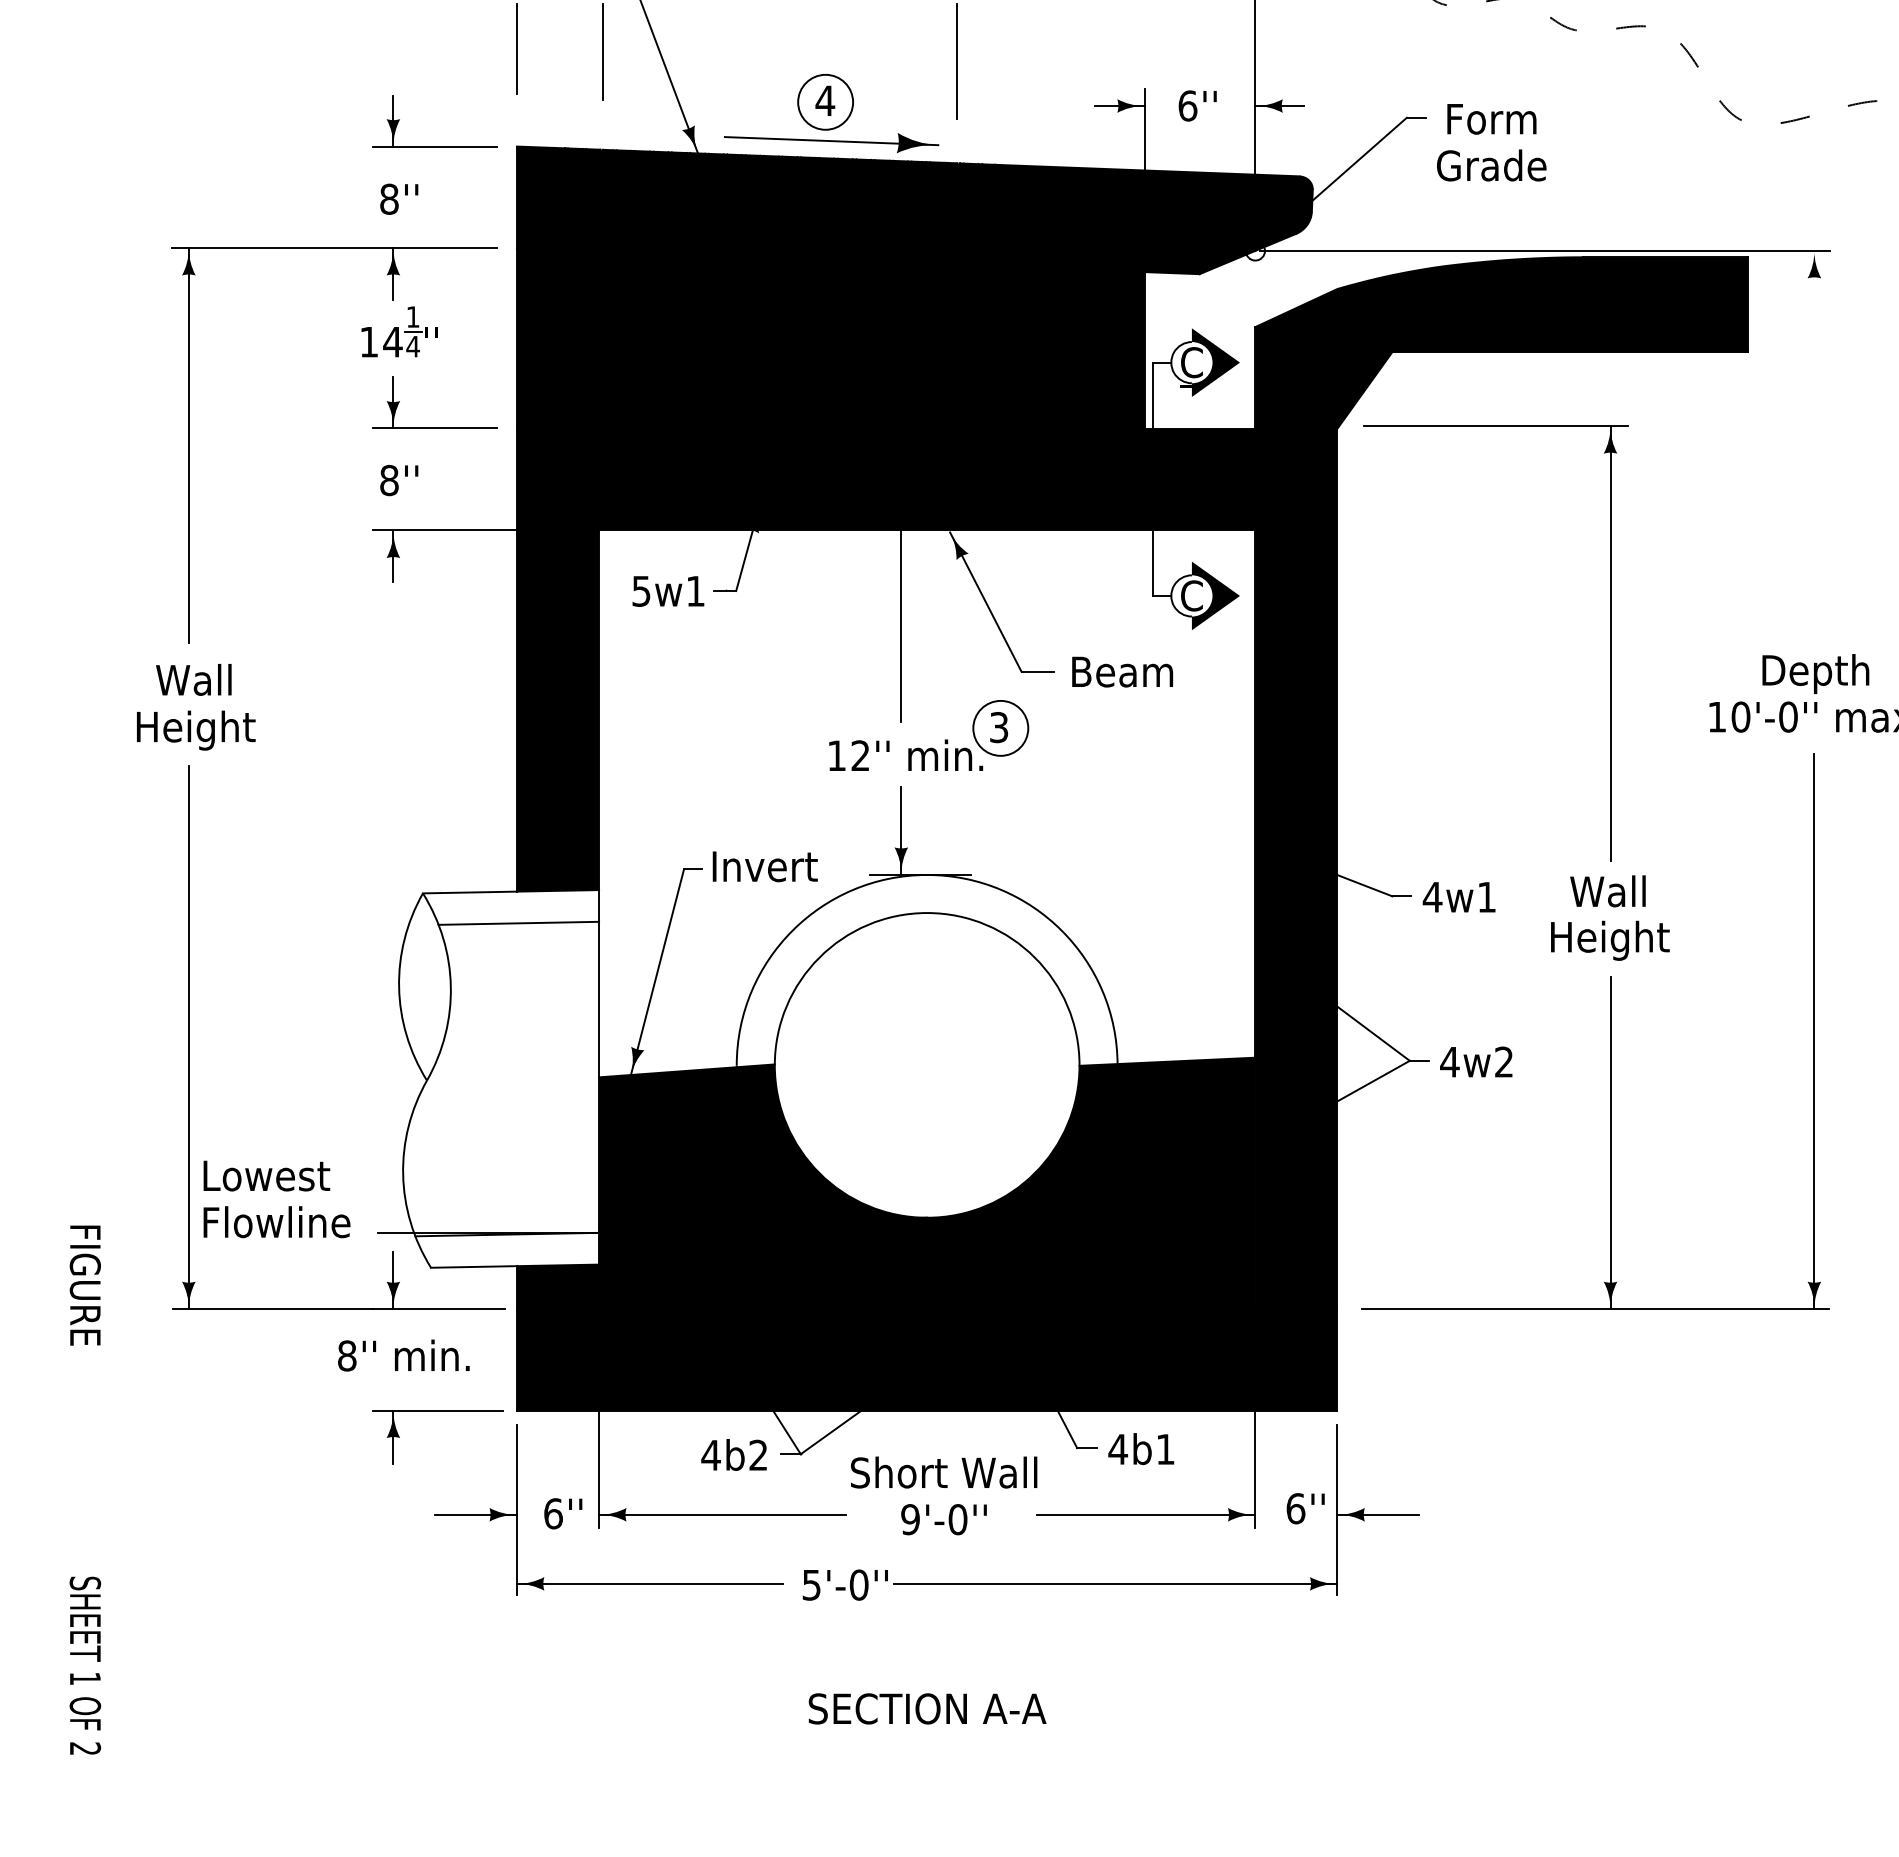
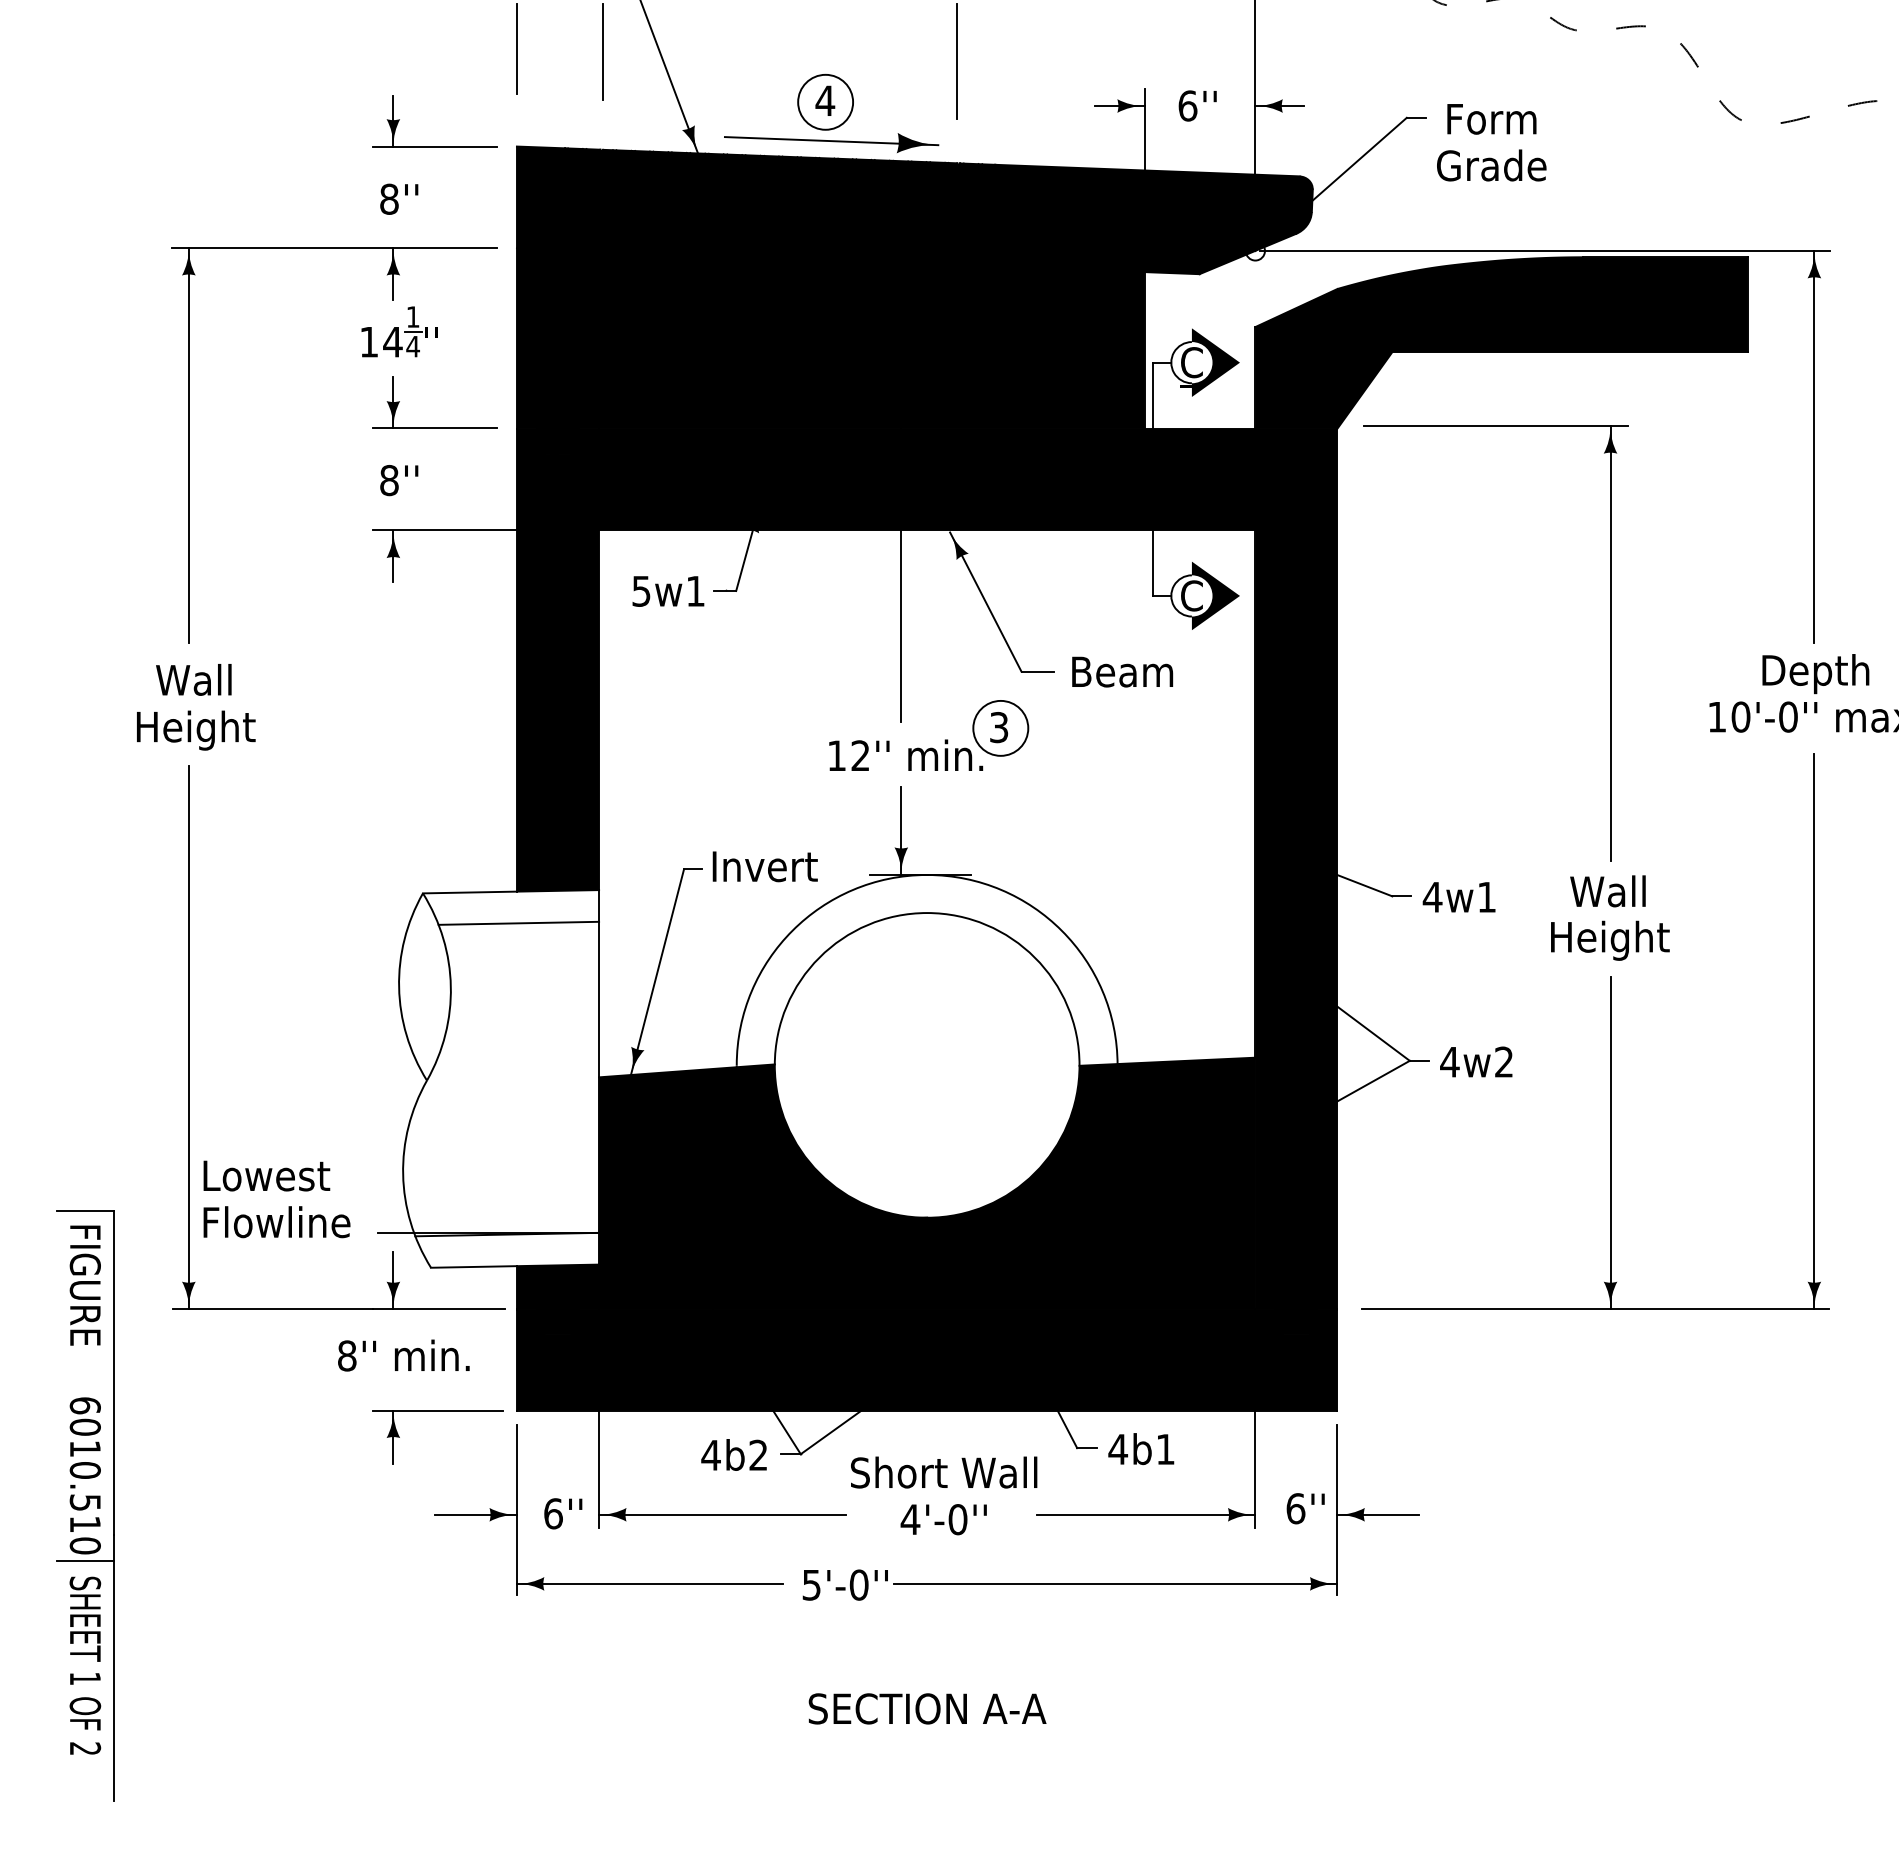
line at (1814, 446): none -> present
part at (85, 1505): none -> present
text at (910, 1519): 9'-0'' -> 4'-0''
